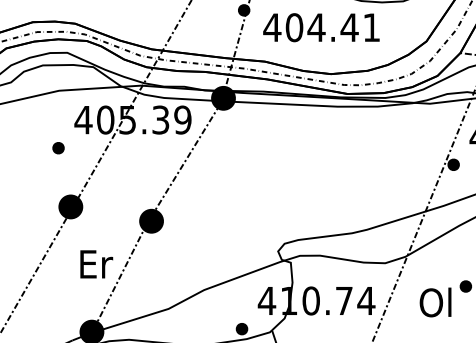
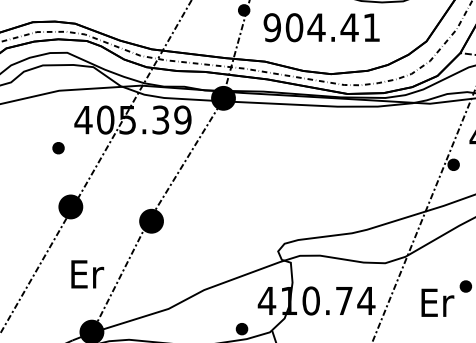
text at (272, 27): 404.41 -> 904.41
text at (96, 264) position: (96, 264) -> (87, 274)
text at (436, 302): Ol -> Er
